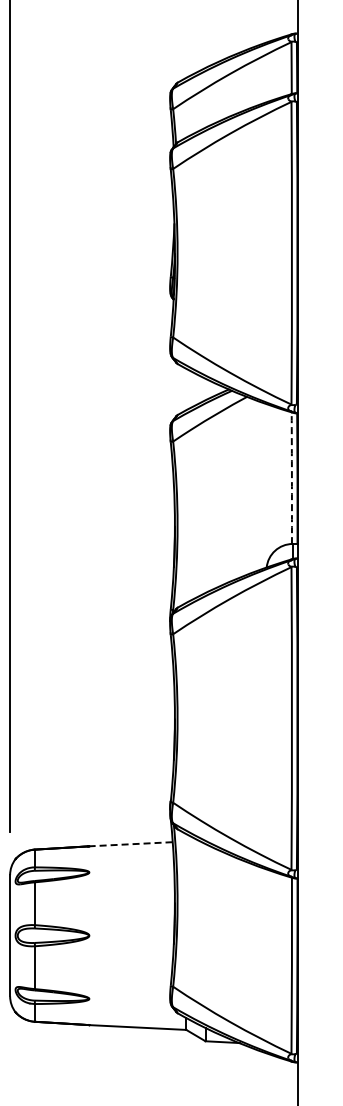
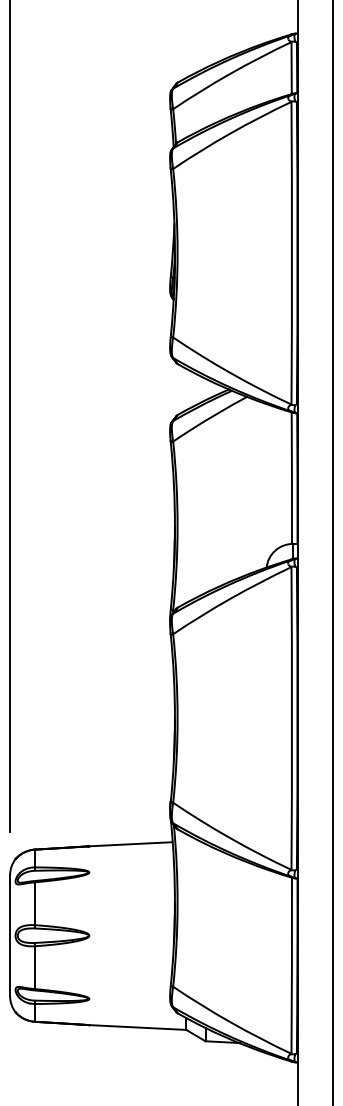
arc at (291, 478): dashed -> solid
line at (332, 552): none -> present
line at (130, 844): dashed -> solid
